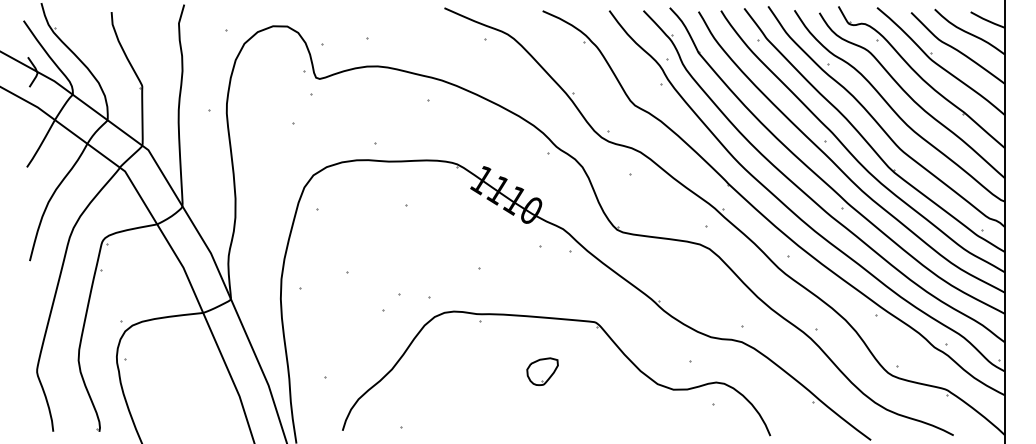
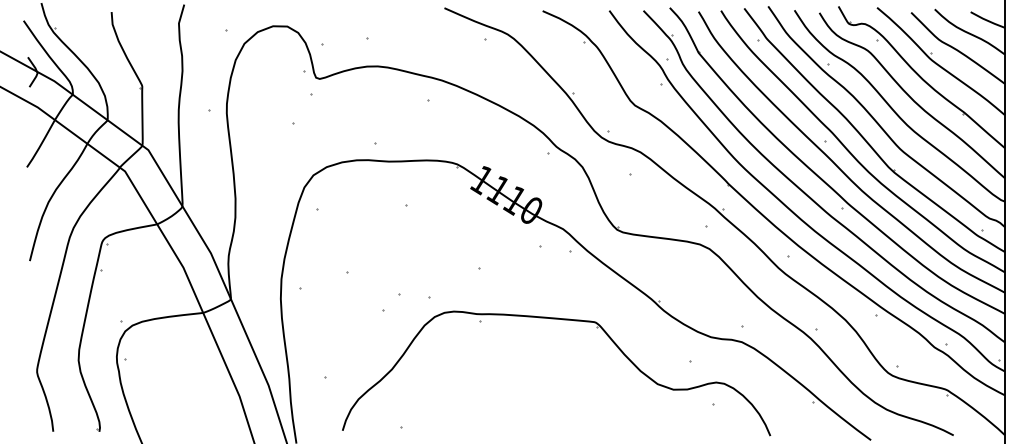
part at (542, 371): present -> none
